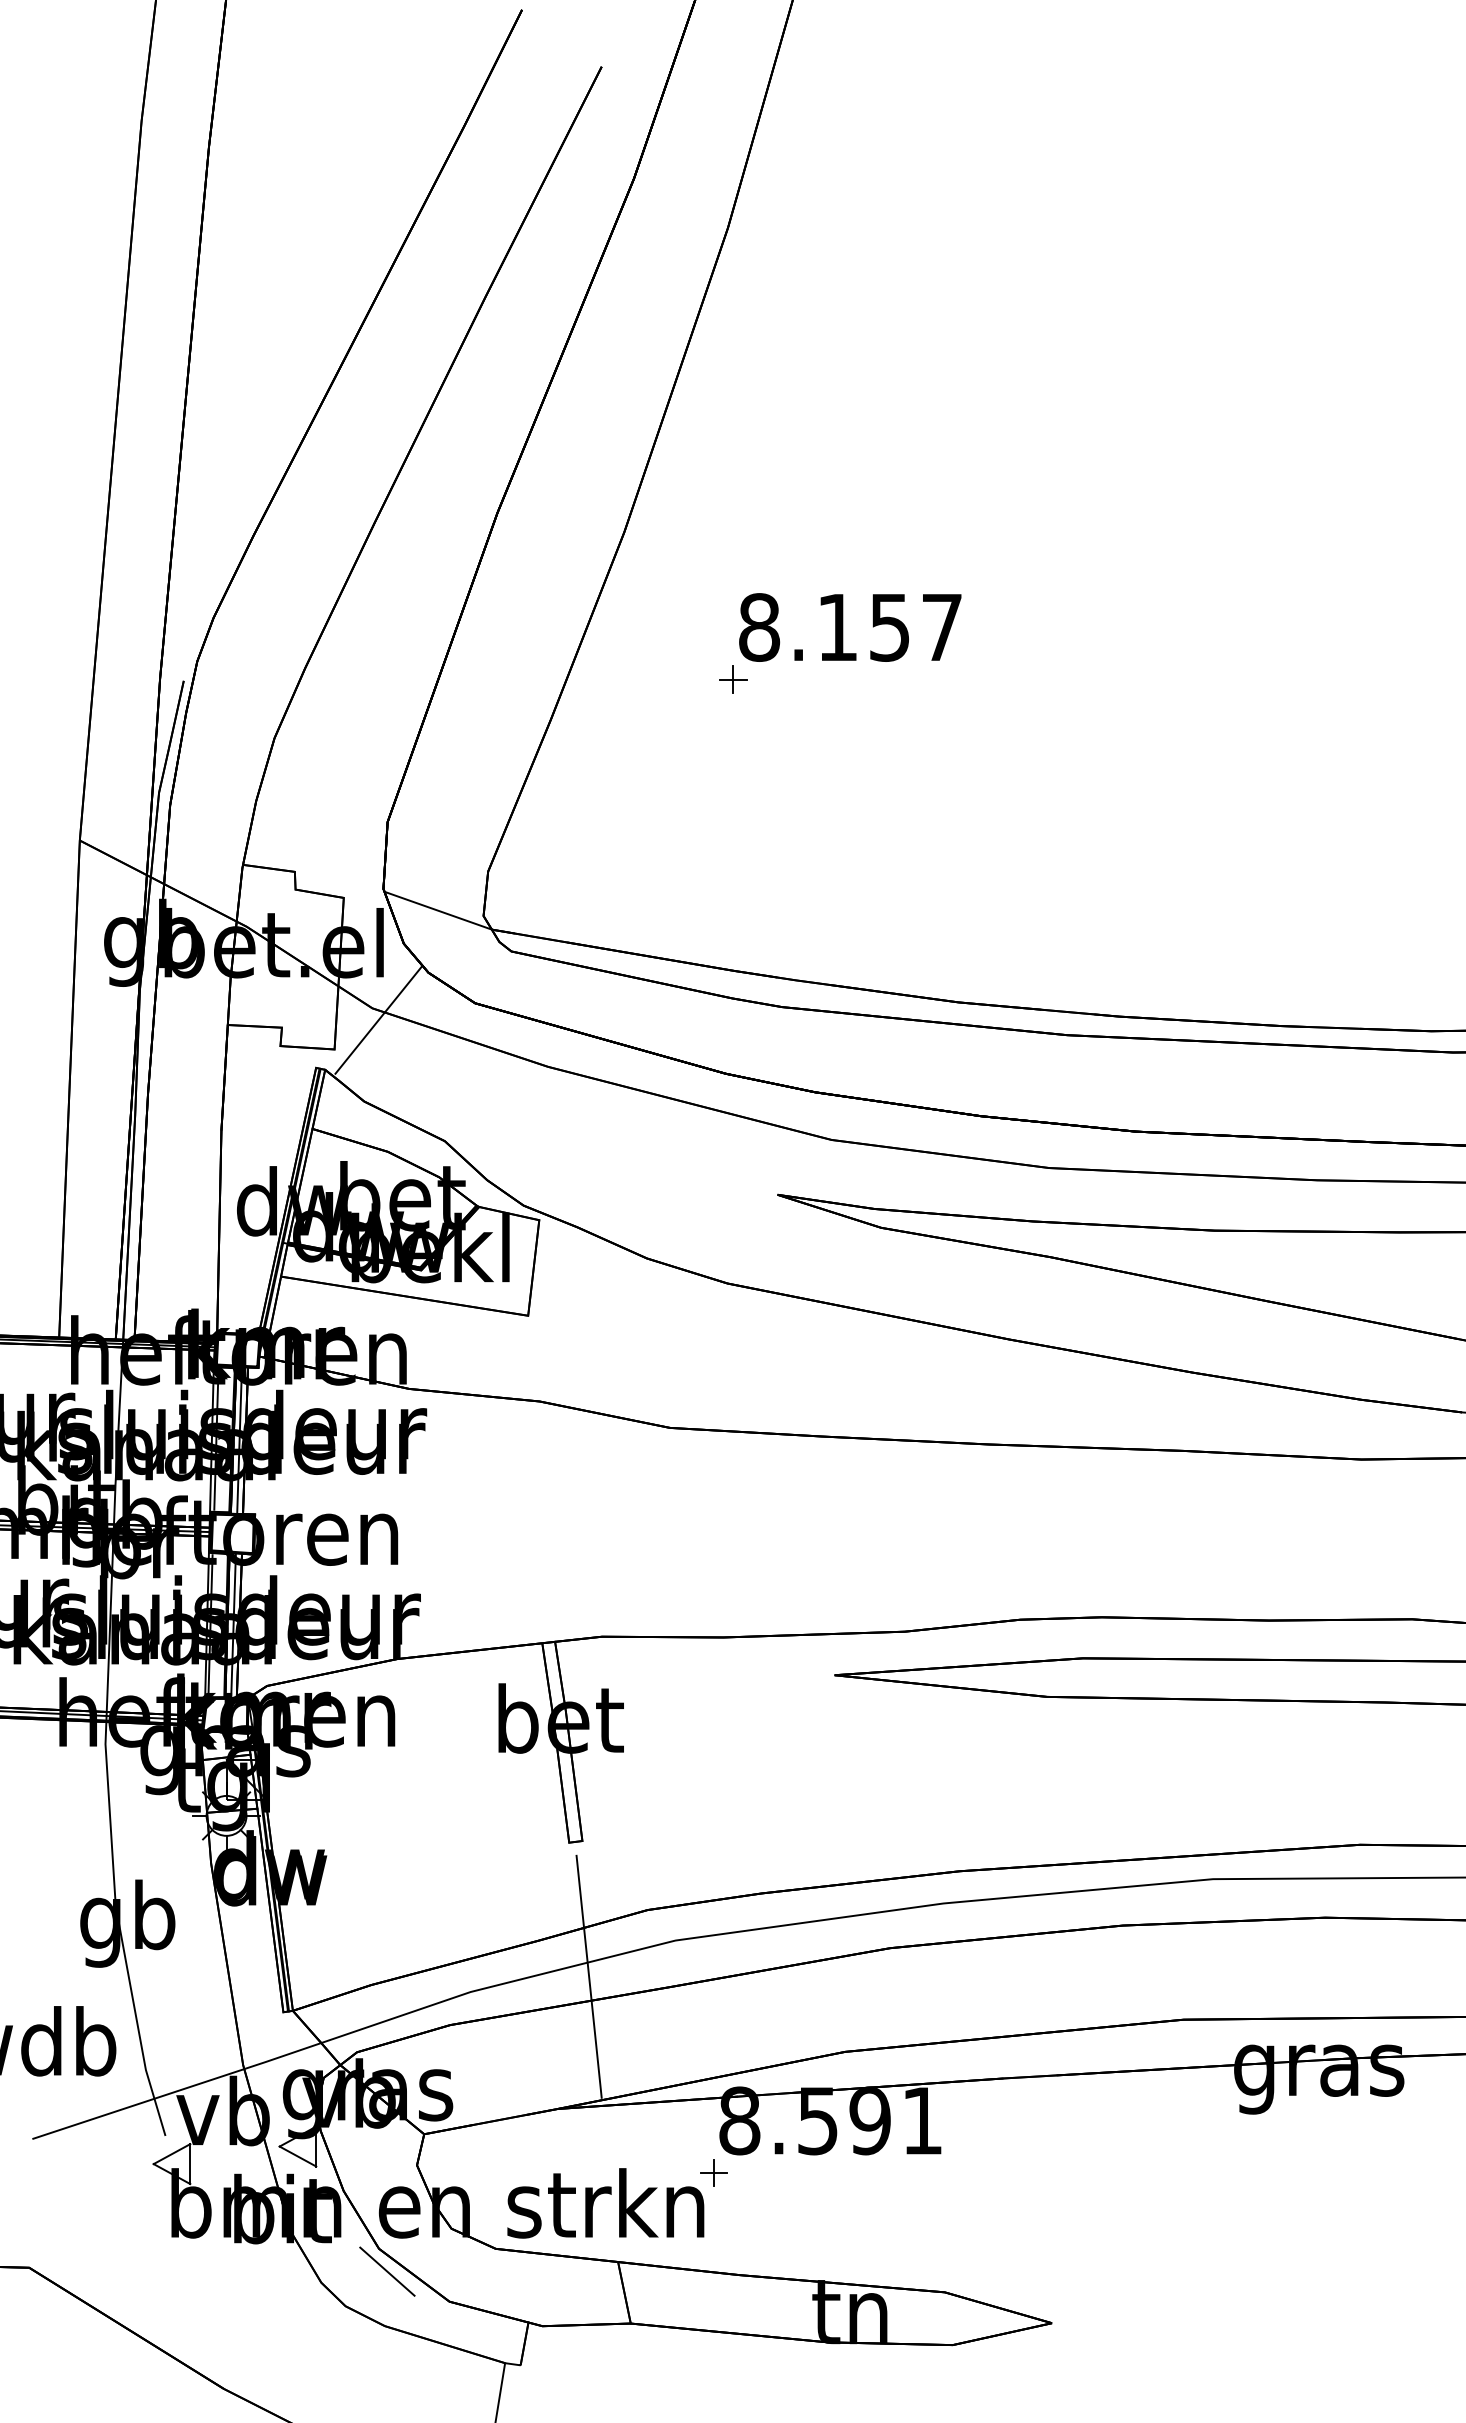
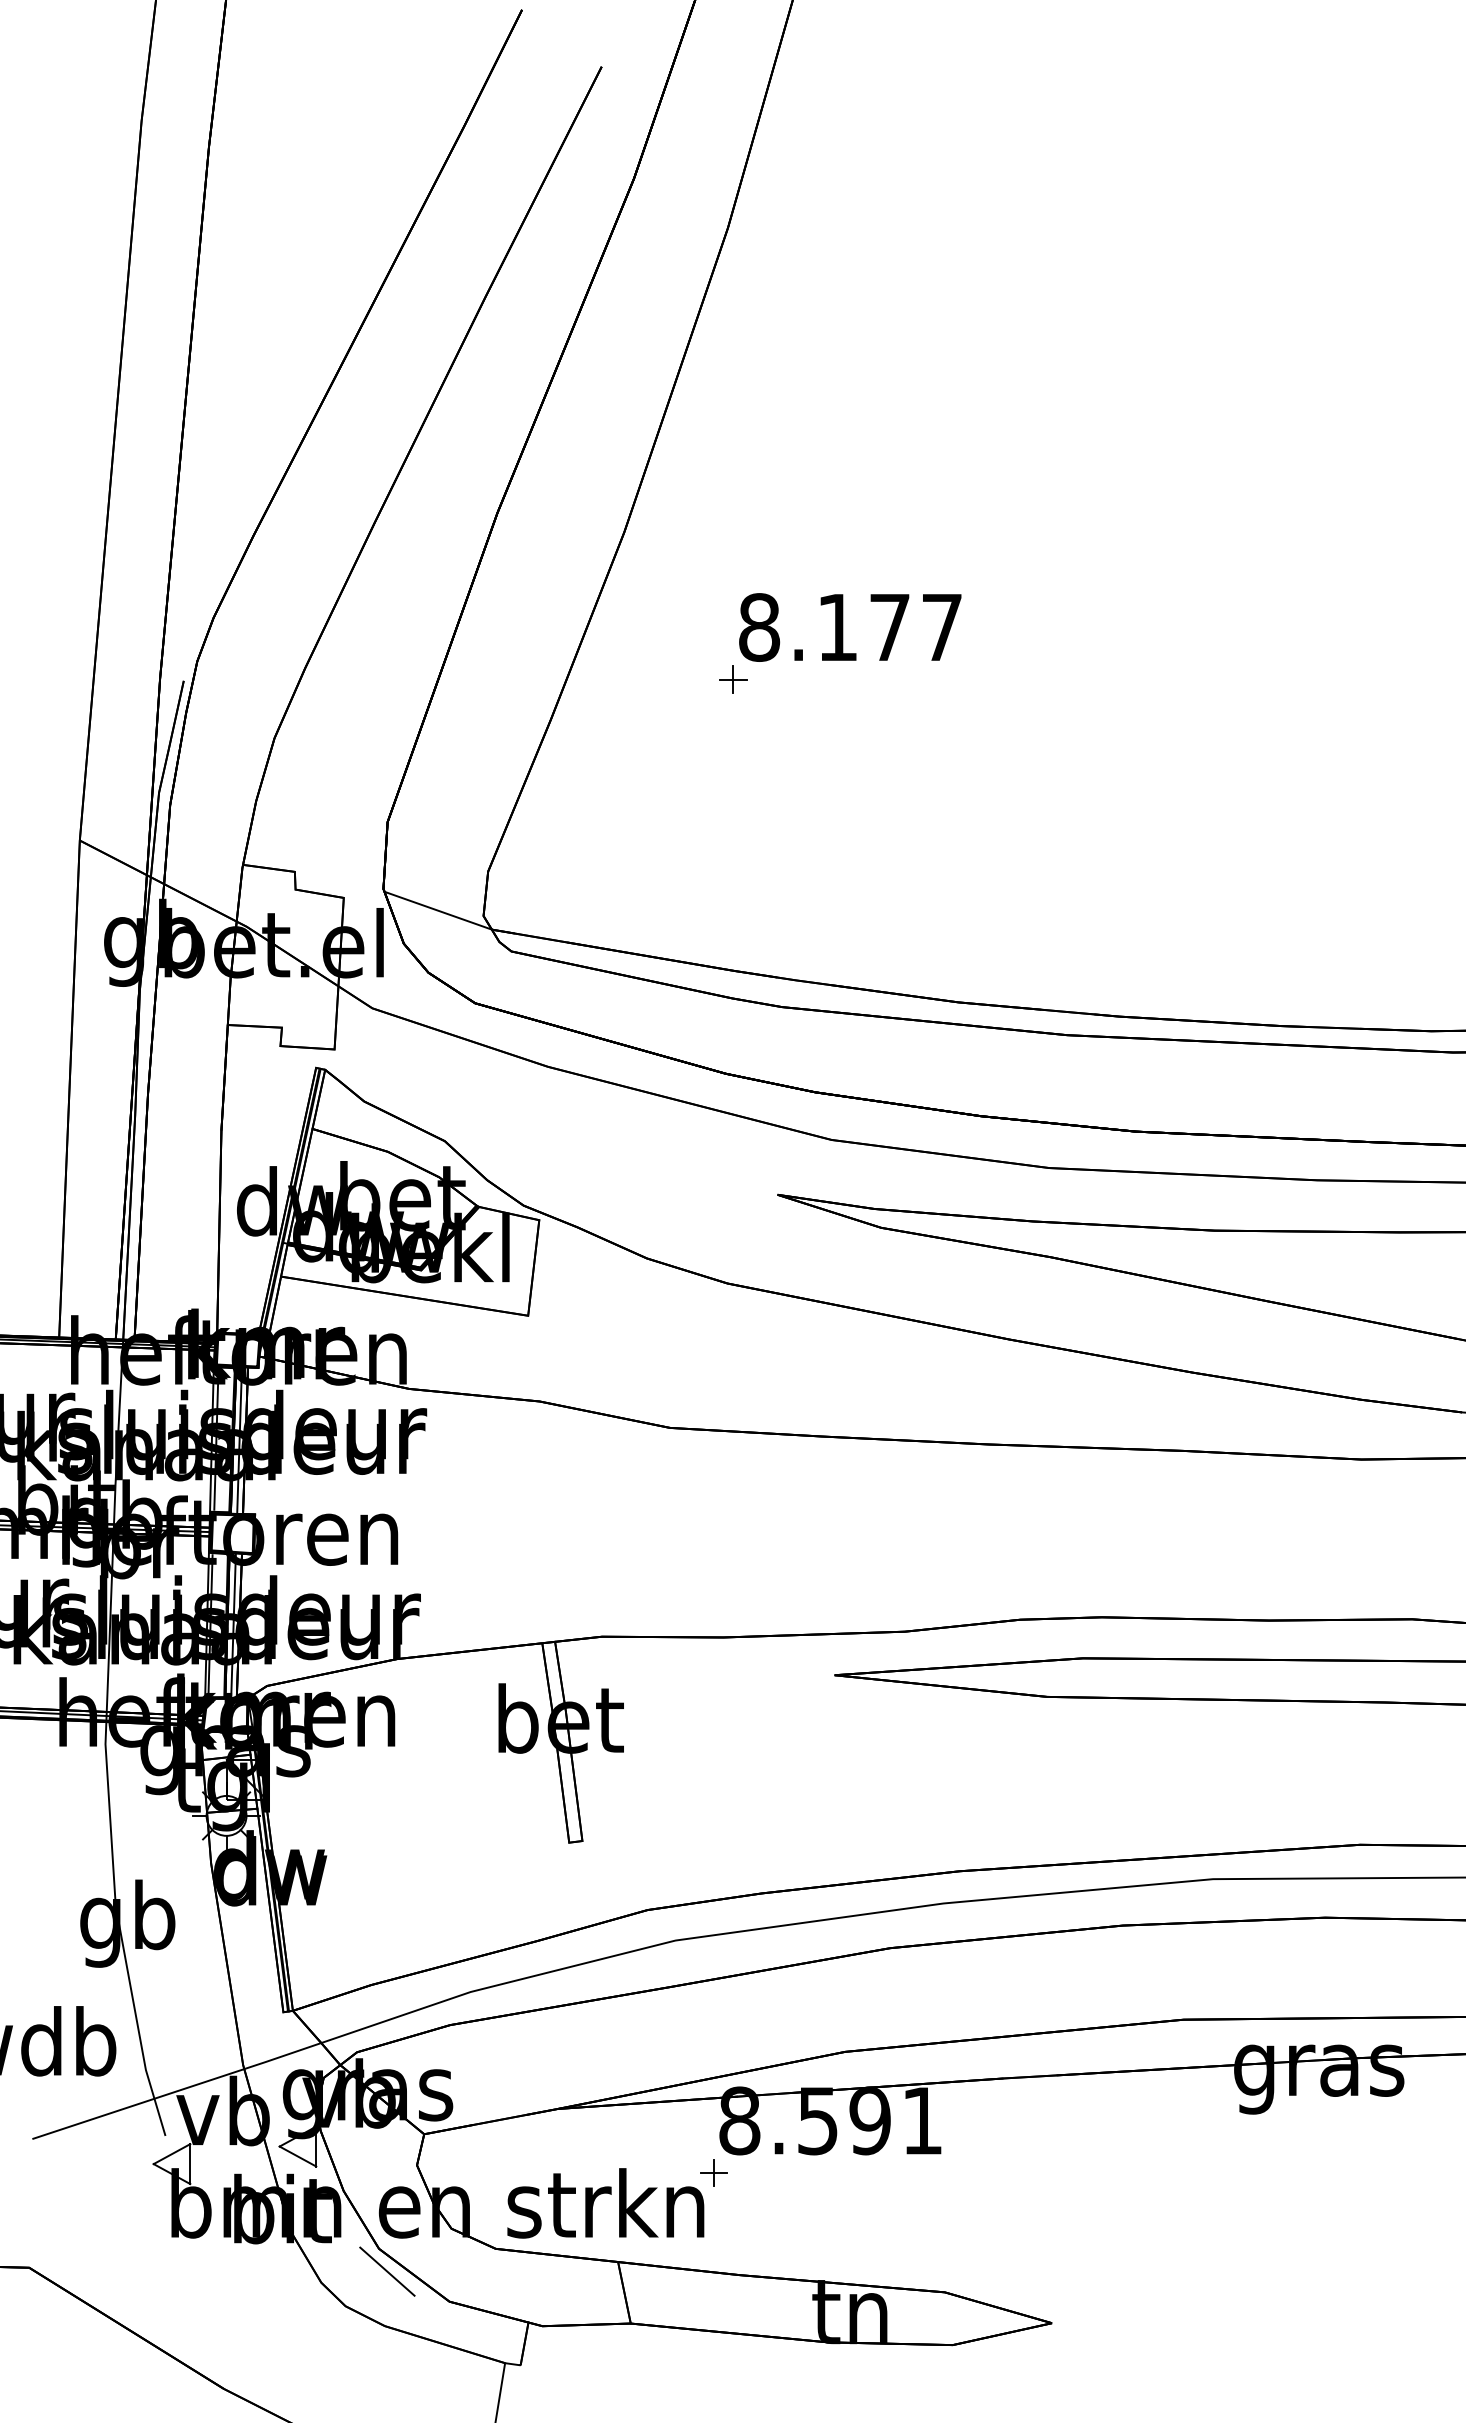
text at (889, 627): 8.157 -> 8.177
line at (378, 1019): present -> none
line at (588, 1976): present -> none
